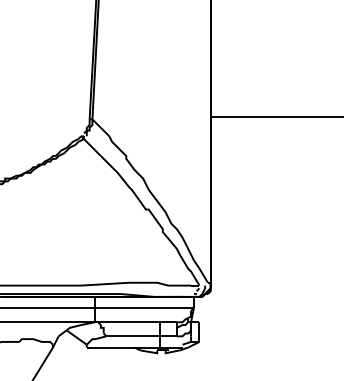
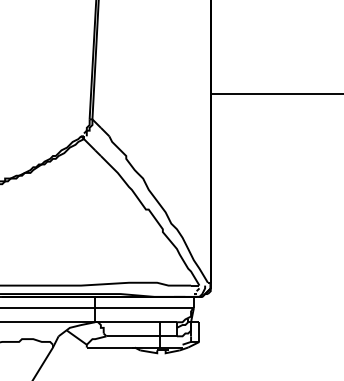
line at (275, 117) position: (275, 117) -> (275, 94)
